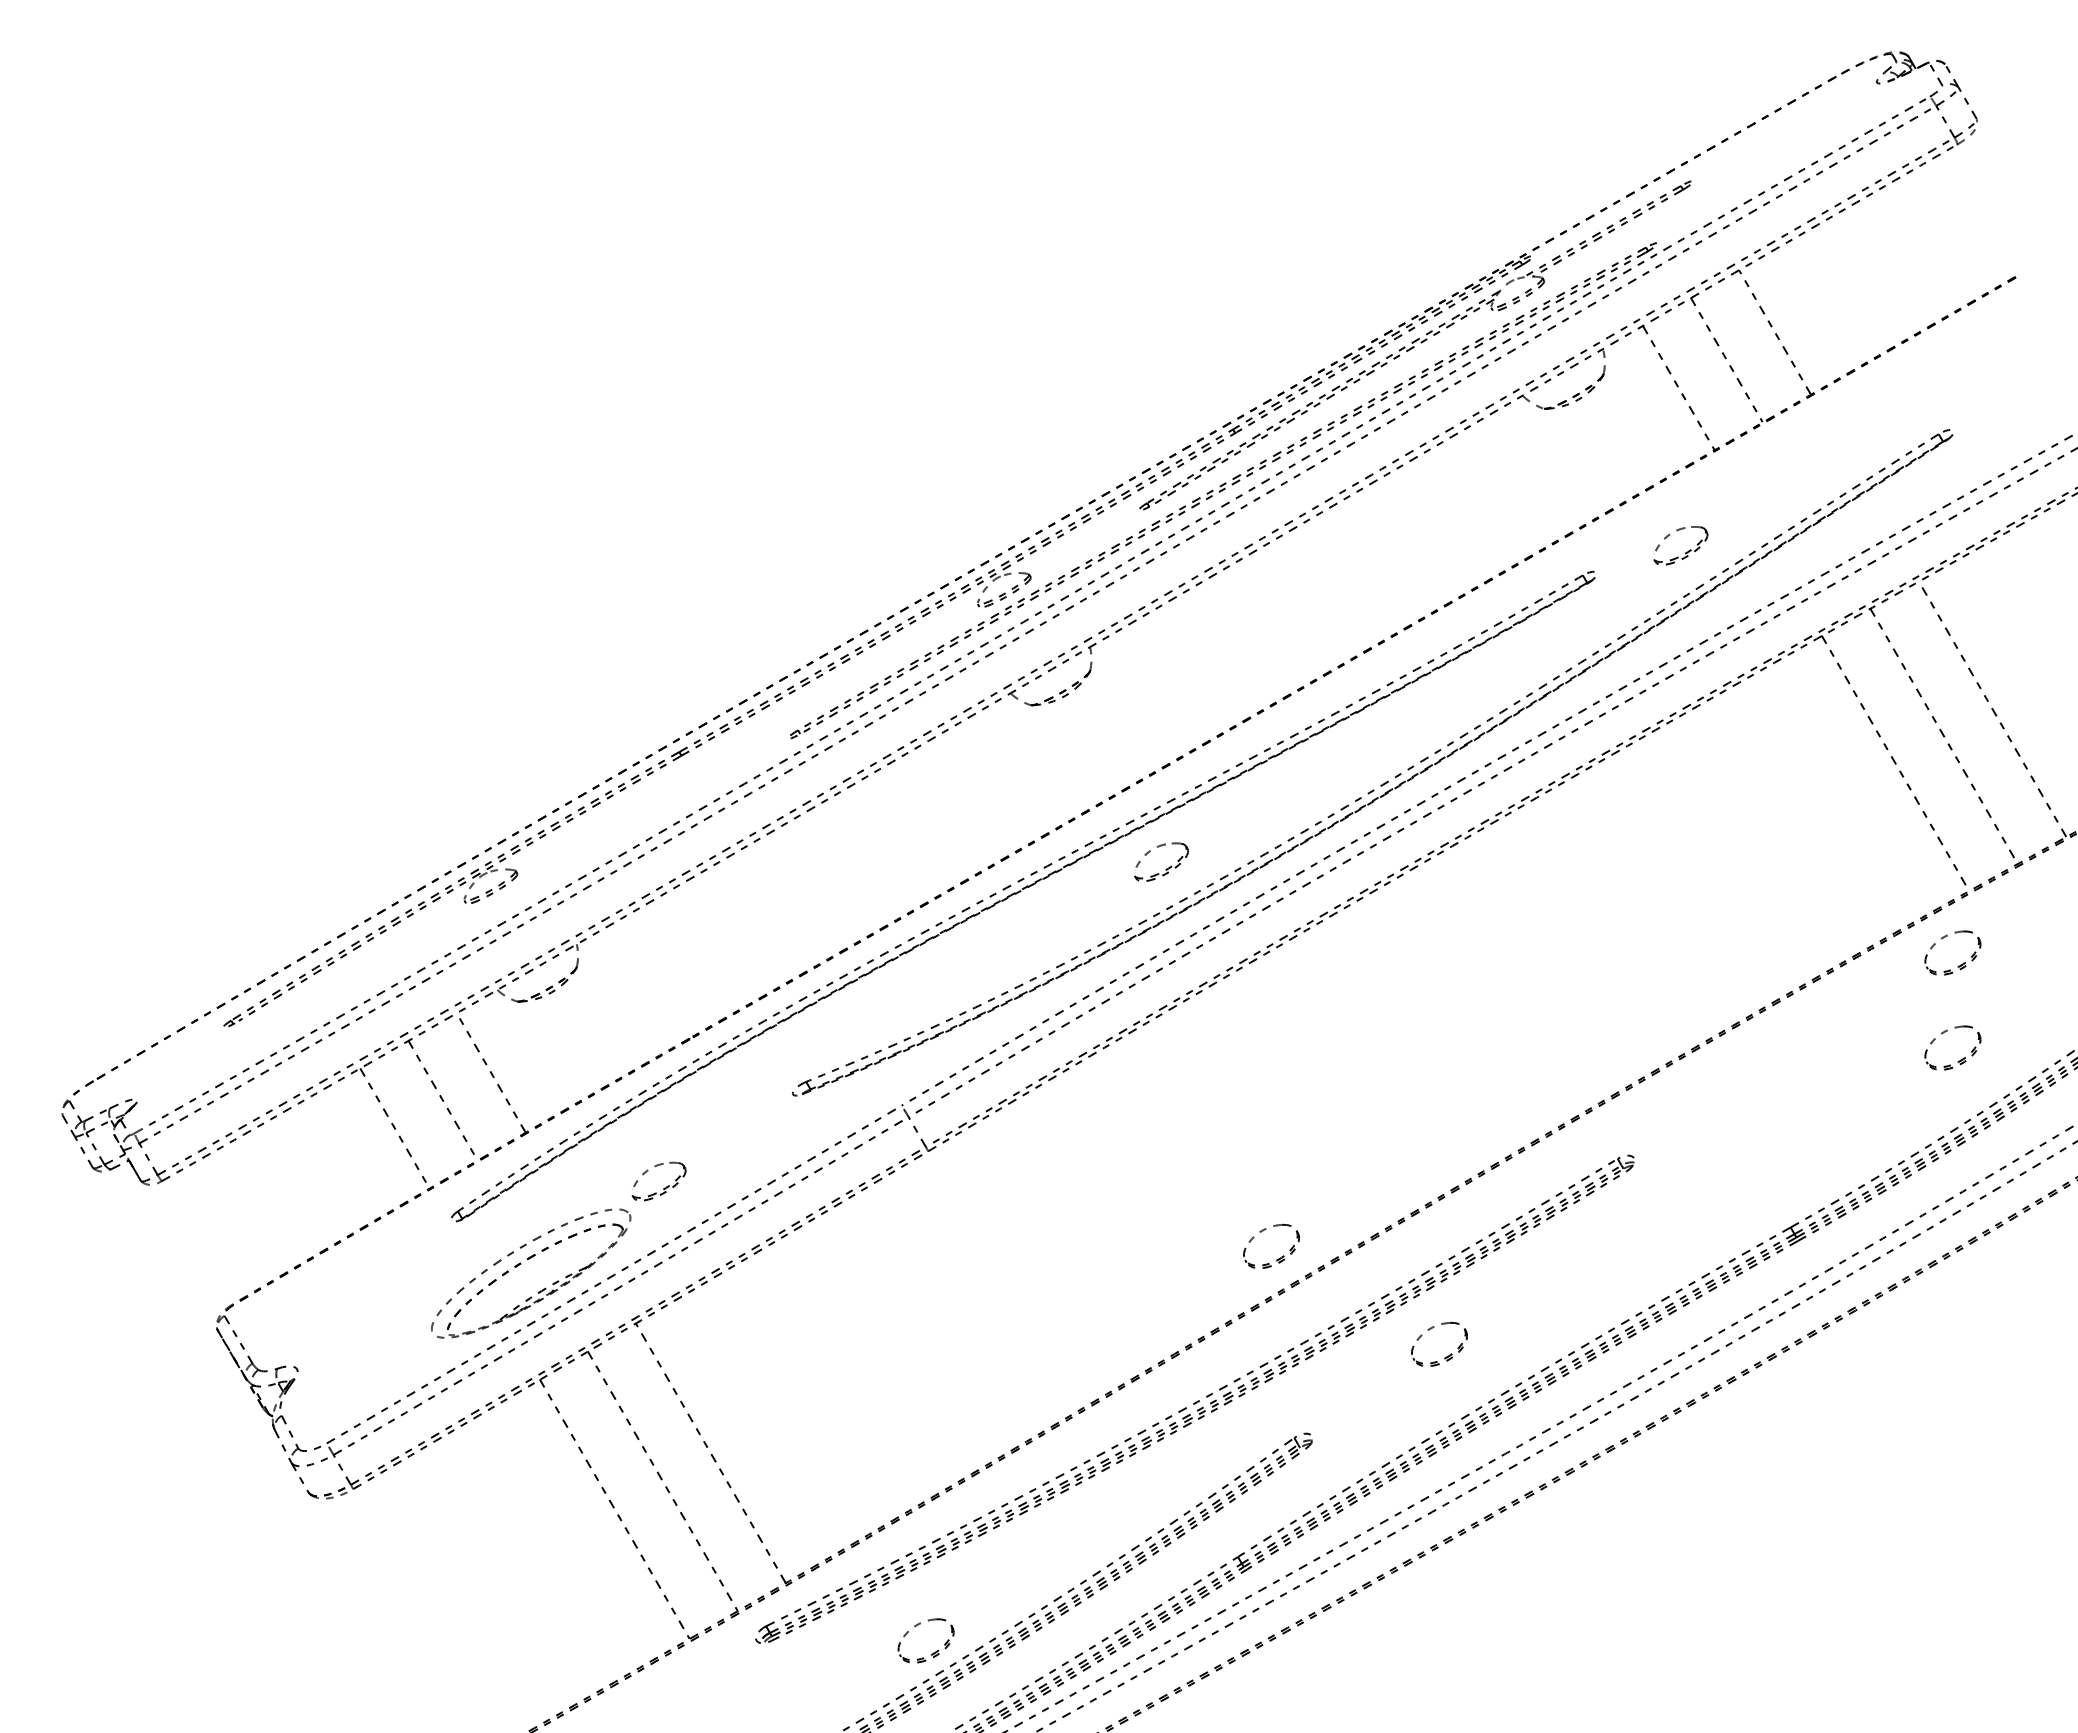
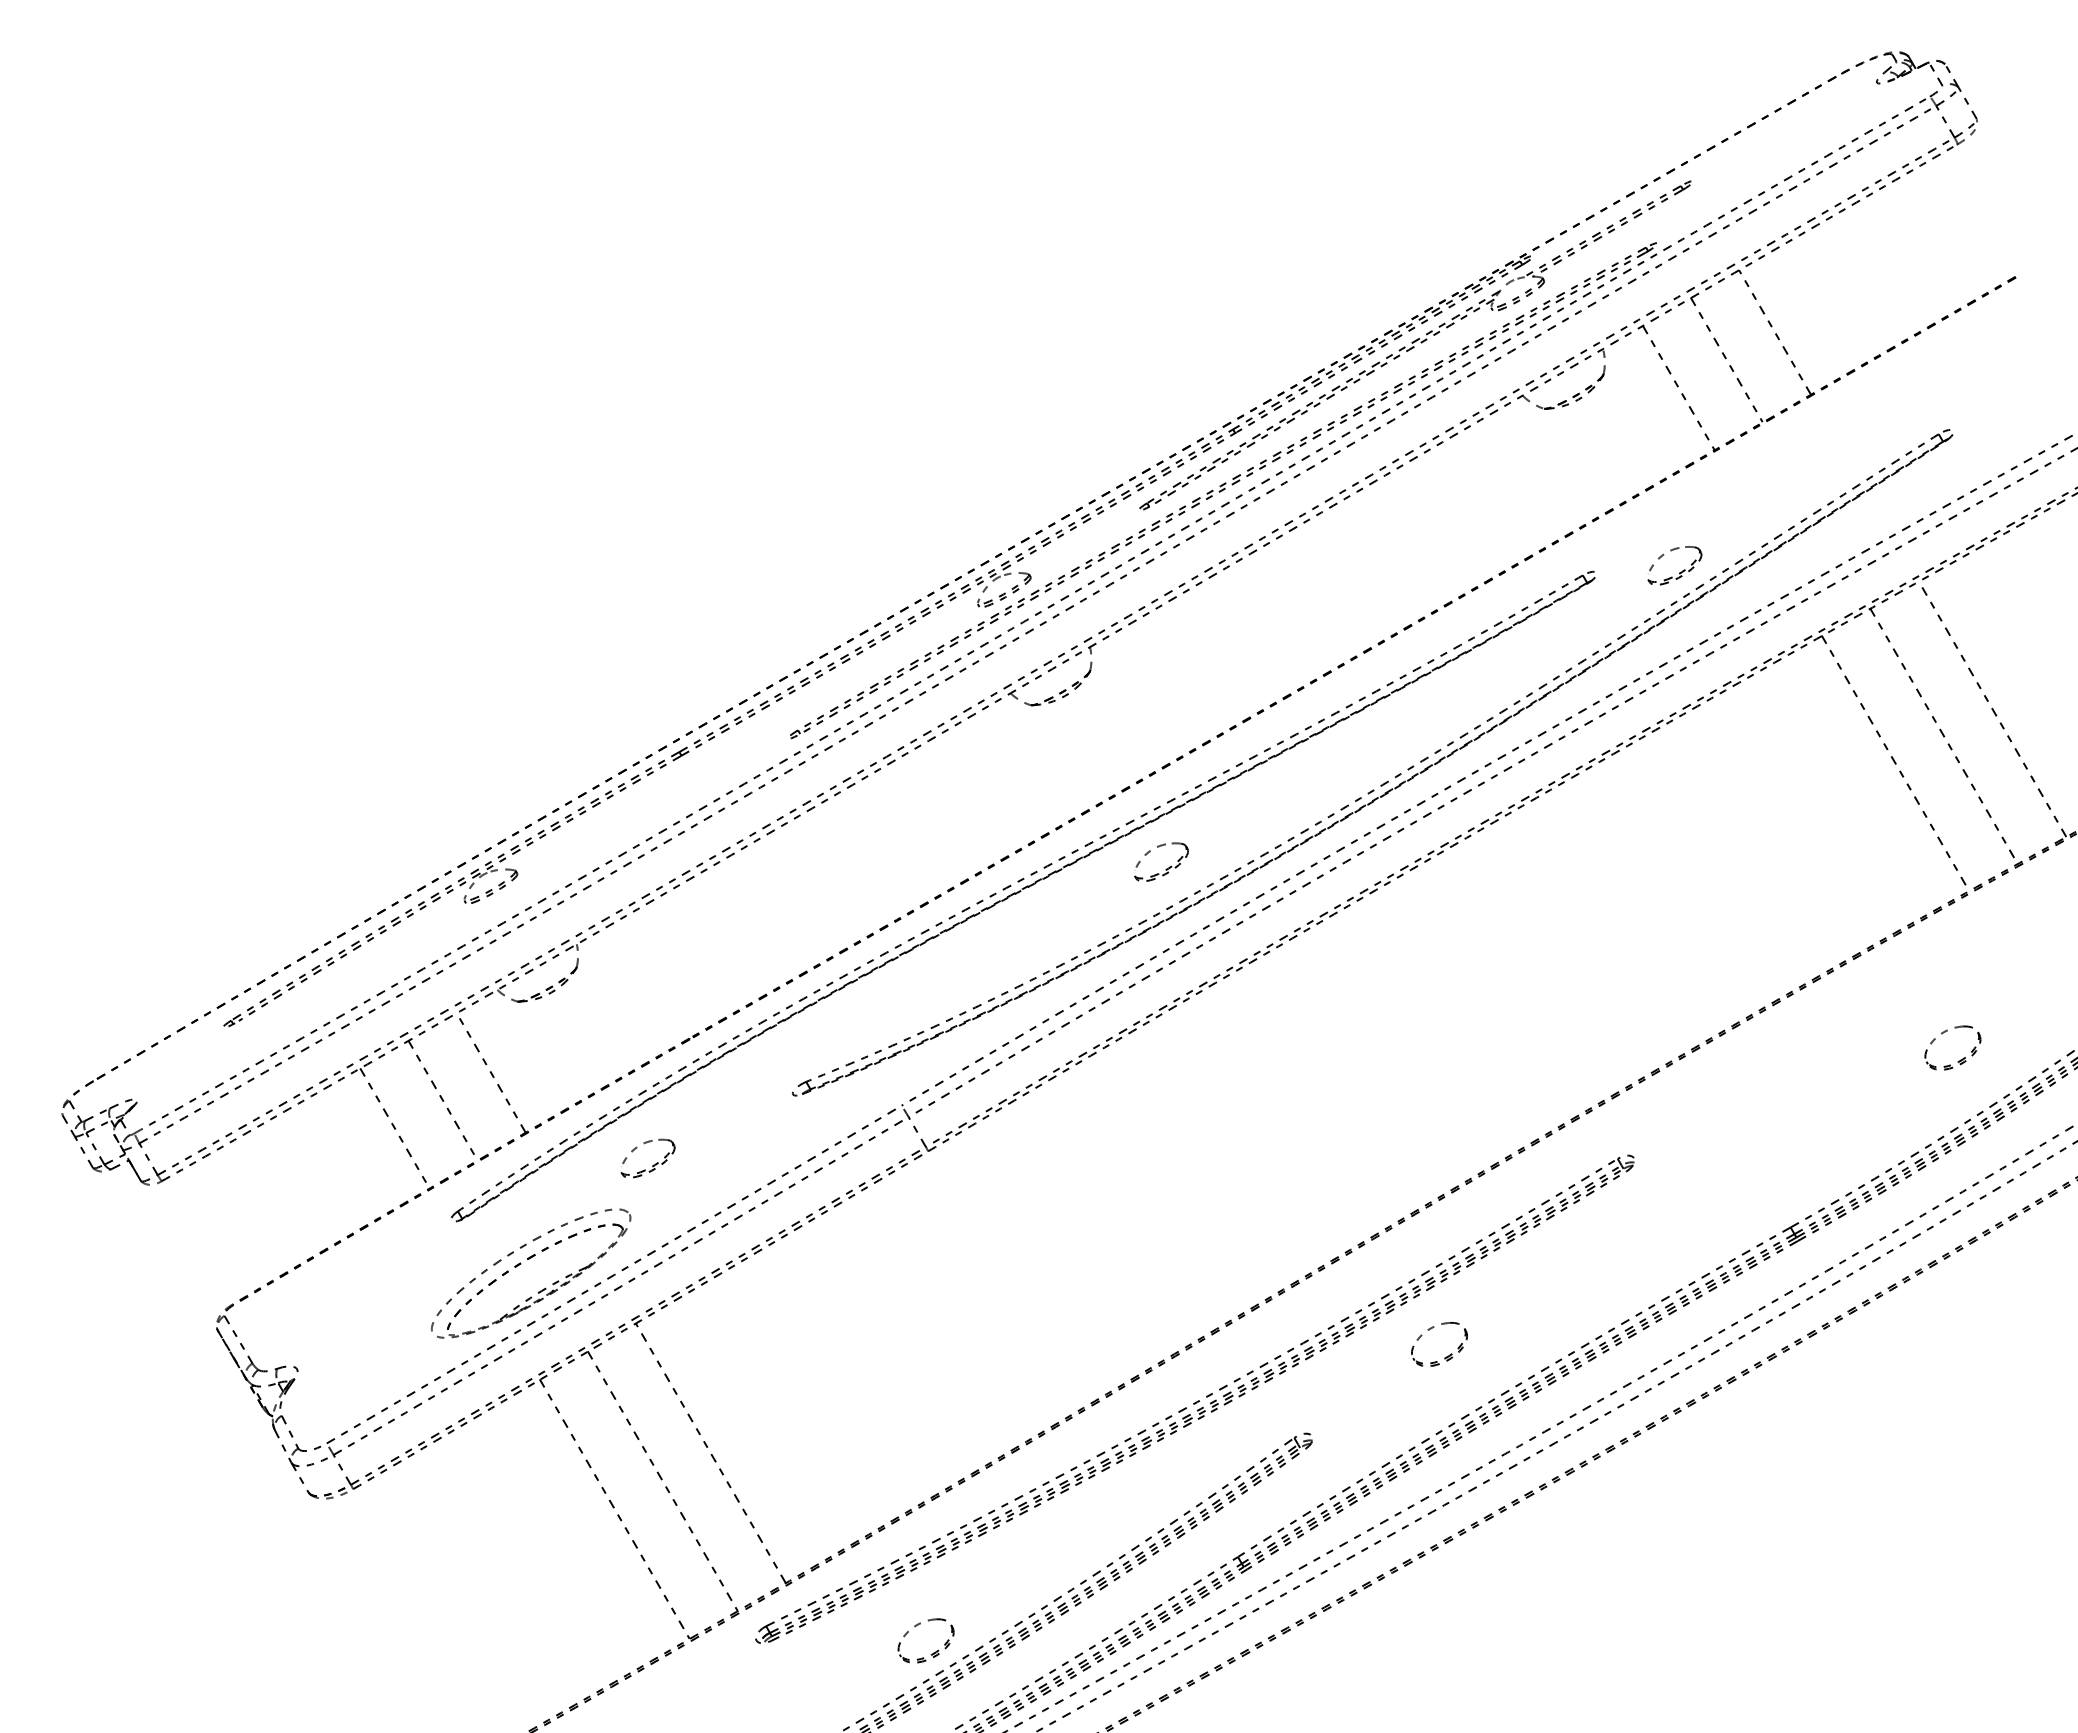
part at (1685, 552) position: (1685, 552) -> (1679, 572)
part at (1960, 964): present -> none
part at (664, 1187) position: (664, 1187) -> (653, 1164)
part at (1278, 1258): present -> none
